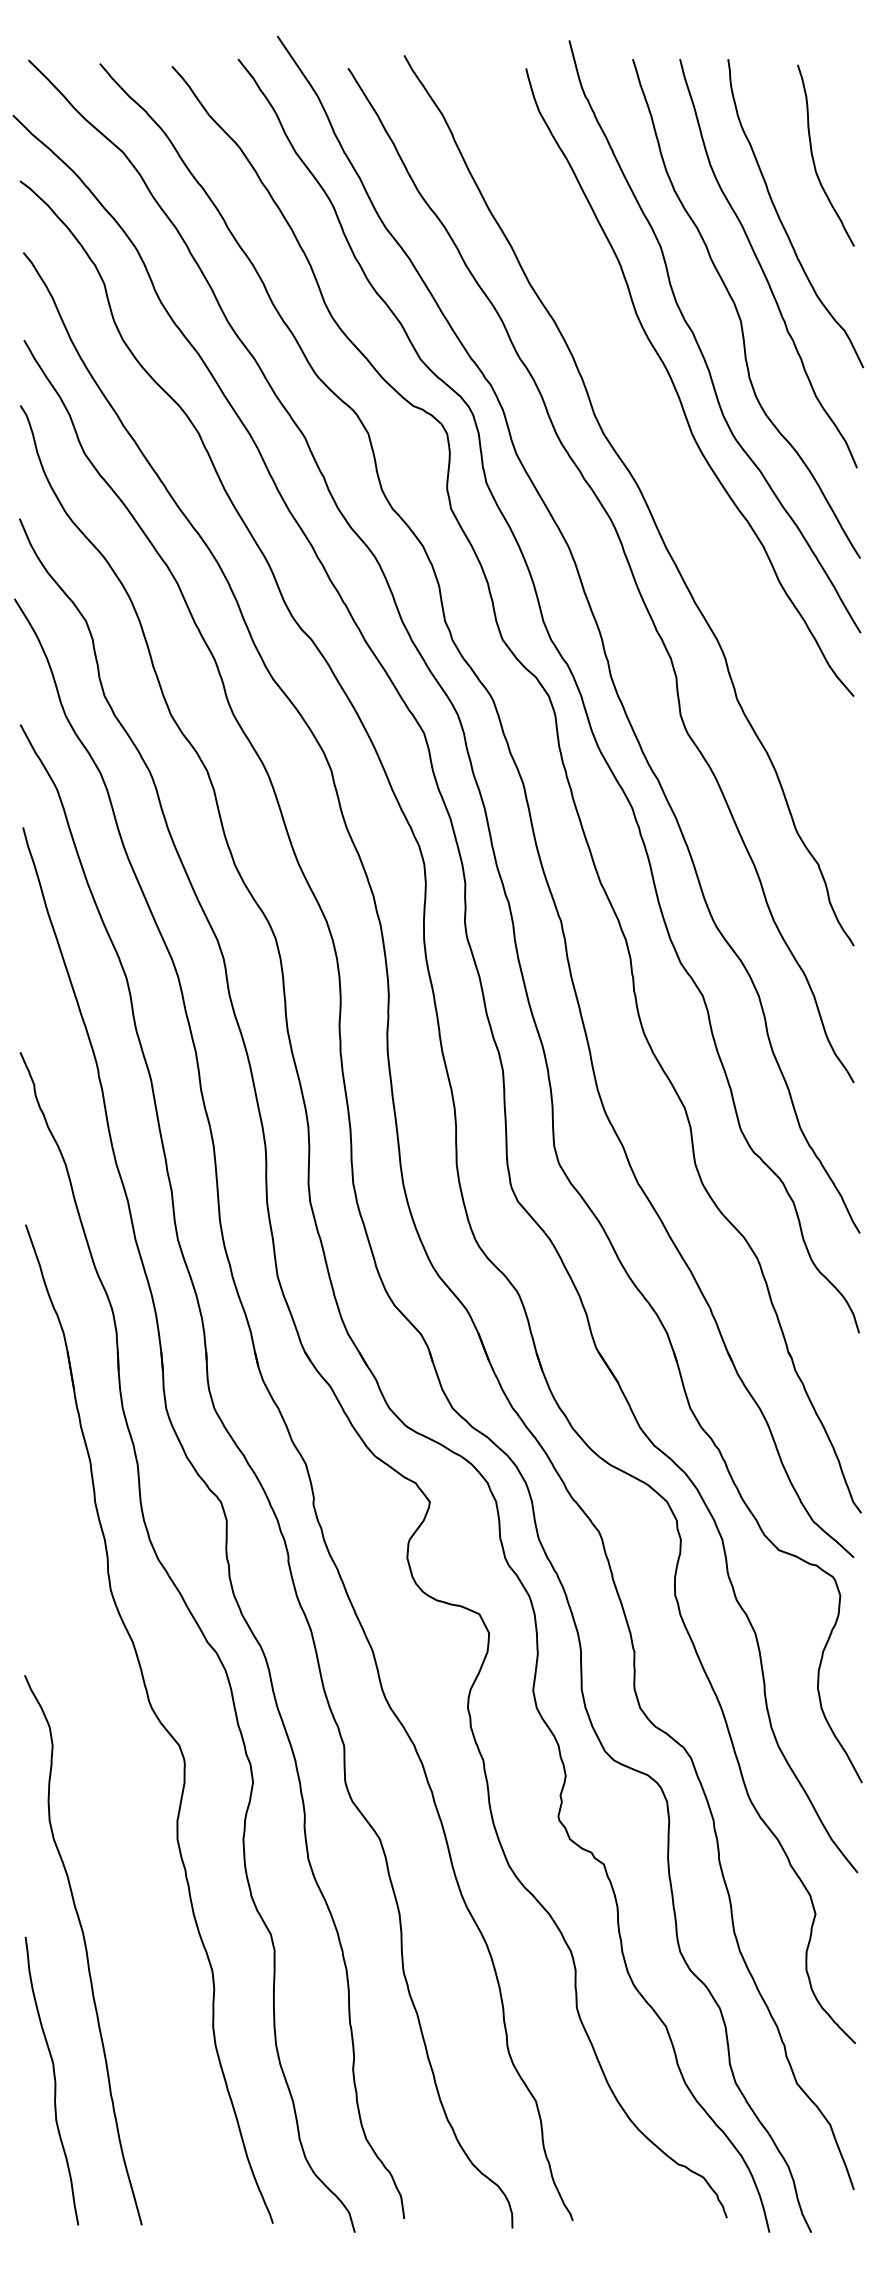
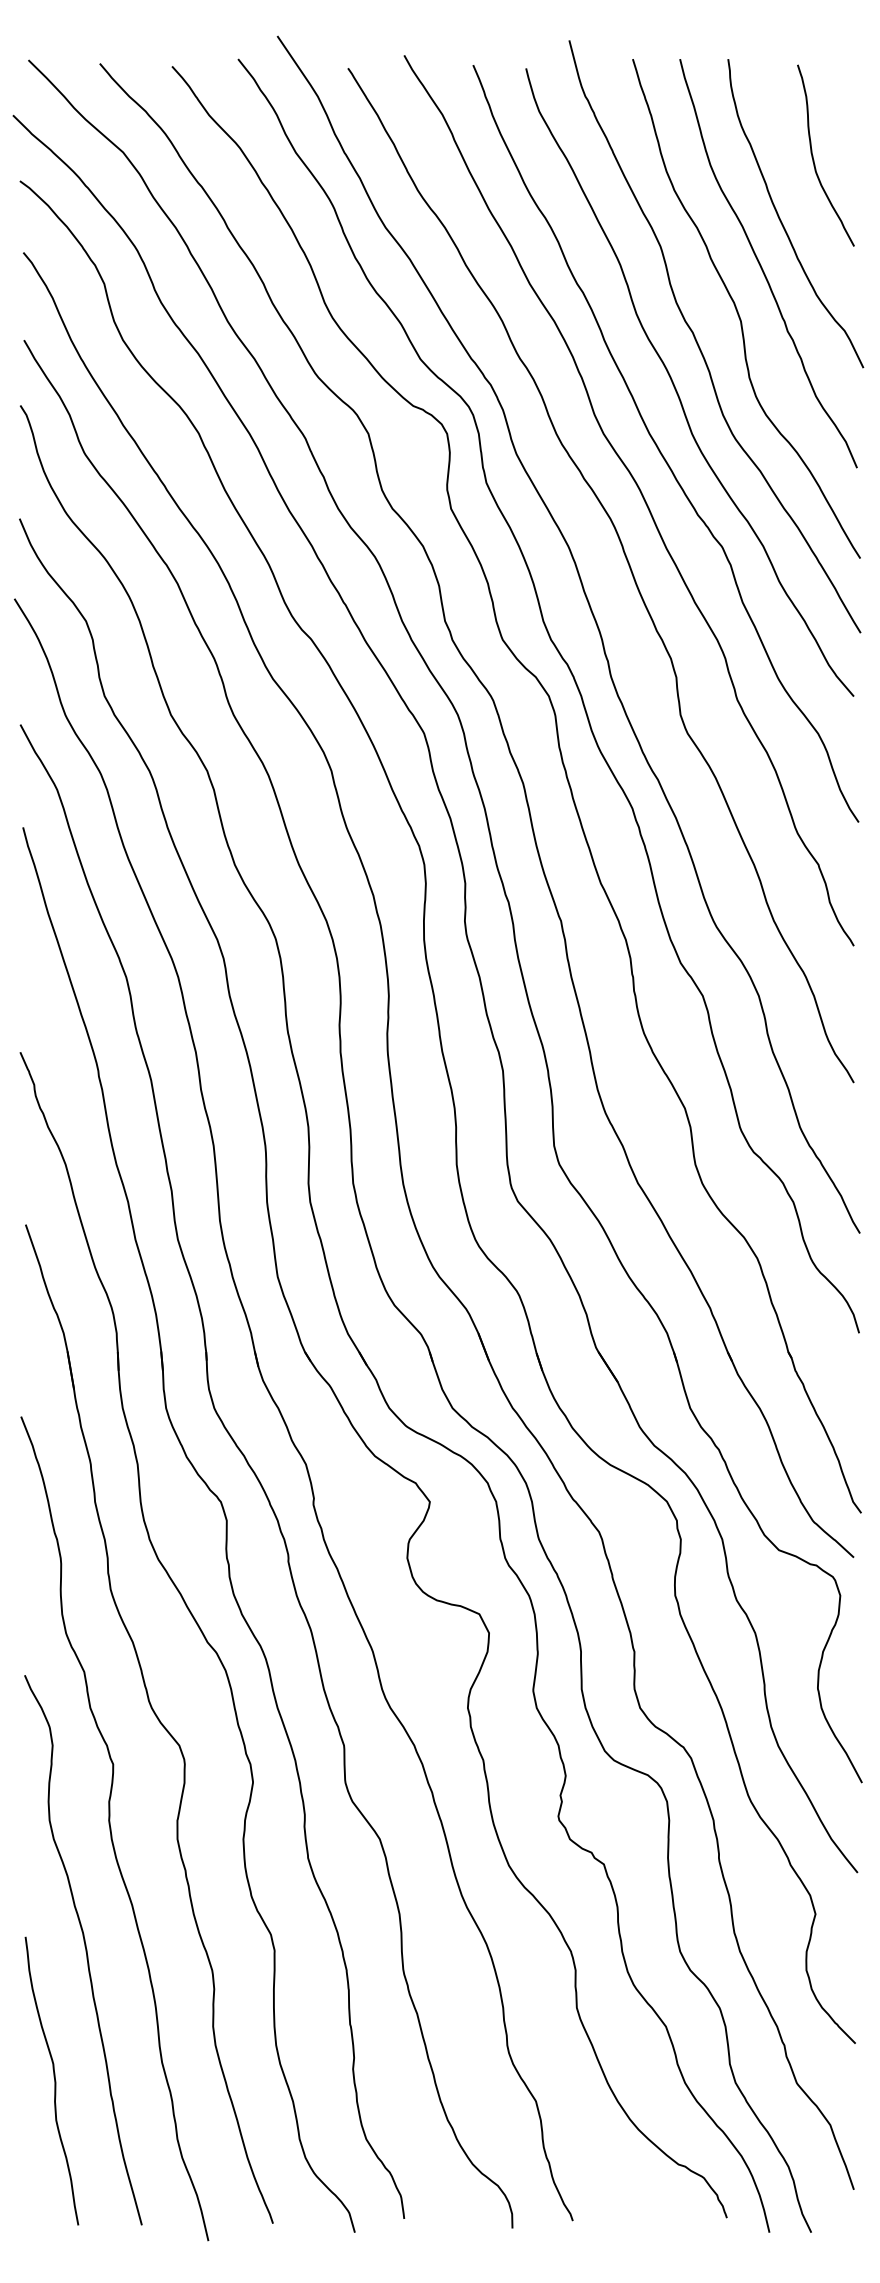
curve at (658, 446): none -> present
curve at (111, 1828): none -> present
